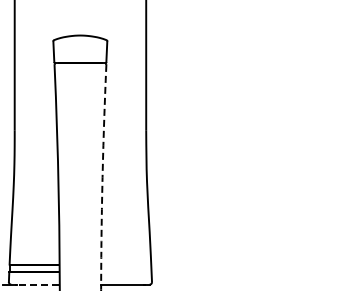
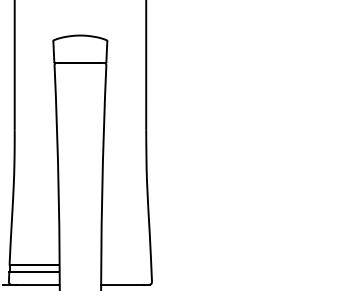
arc at (102, 178): dashed -> solid
line at (37, 284): dashed -> solid
